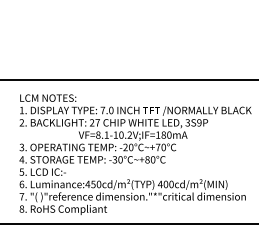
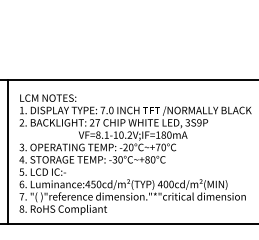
line at (8, 152): none -> present
